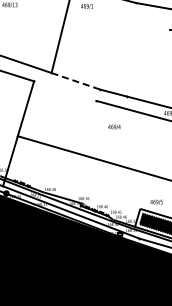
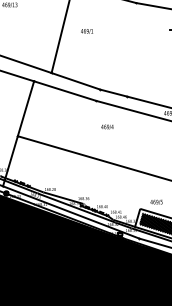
text at (86, 6) position: (86, 6) -> (86, 31)
line at (75, 81): dashed -> solid
line at (65, 90): none -> present
text at (114, 126) position: (114, 126) -> (107, 126)
